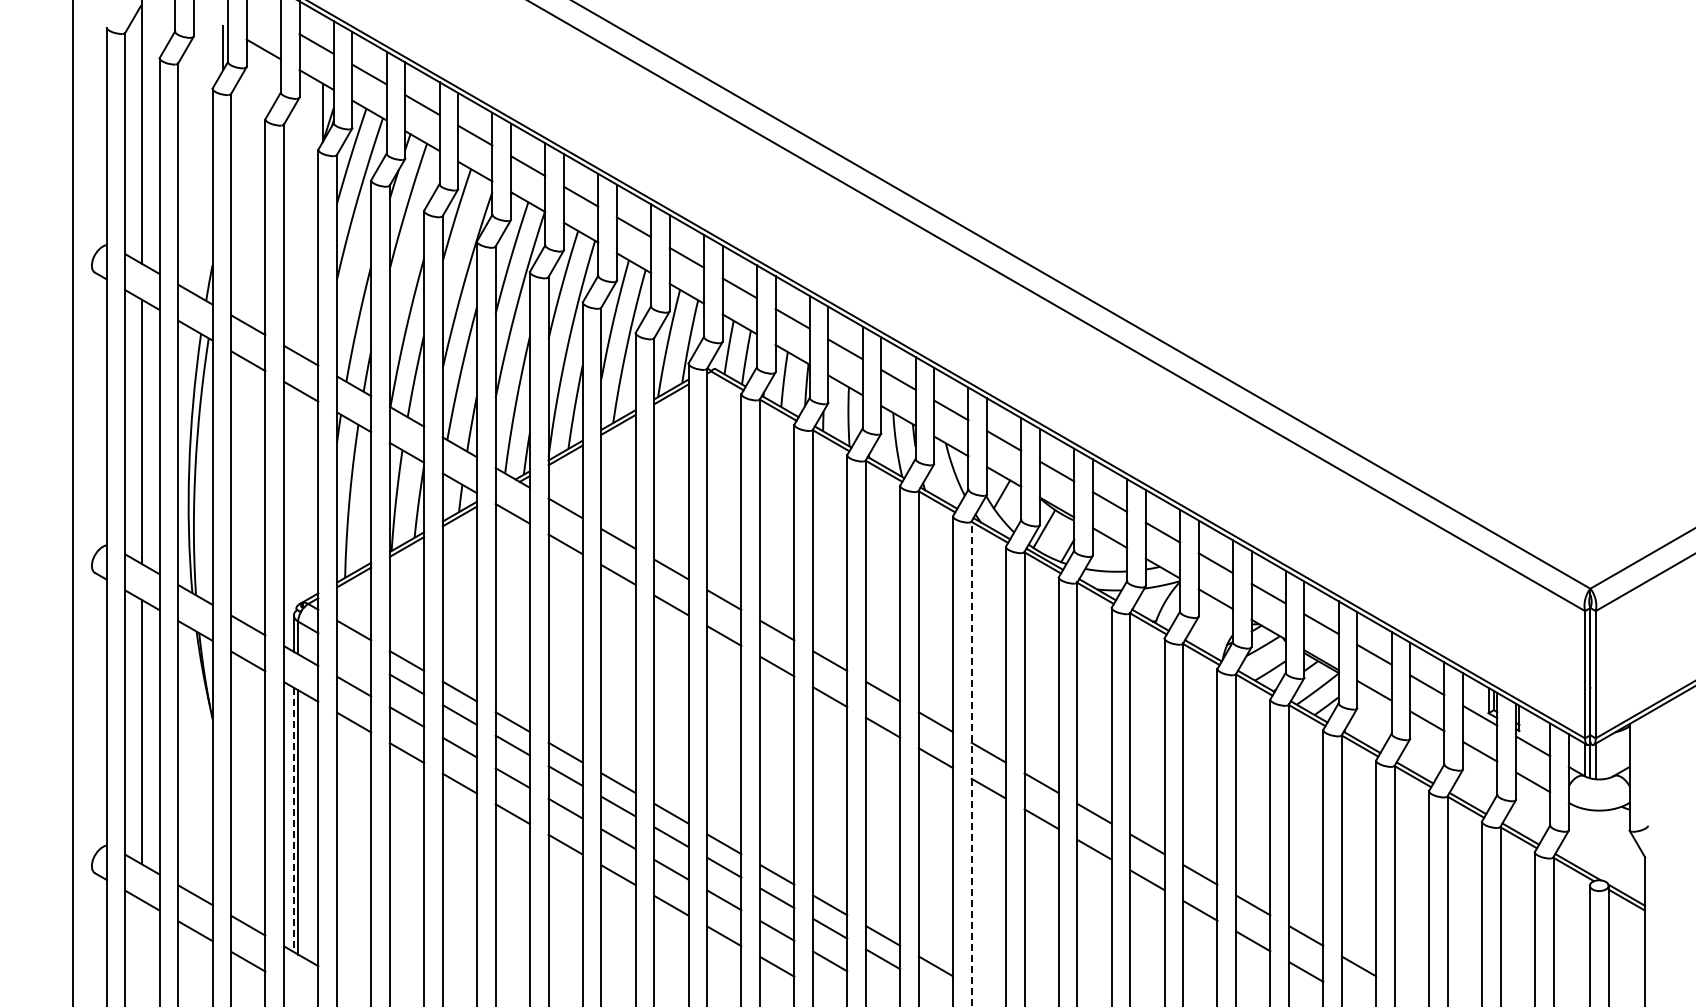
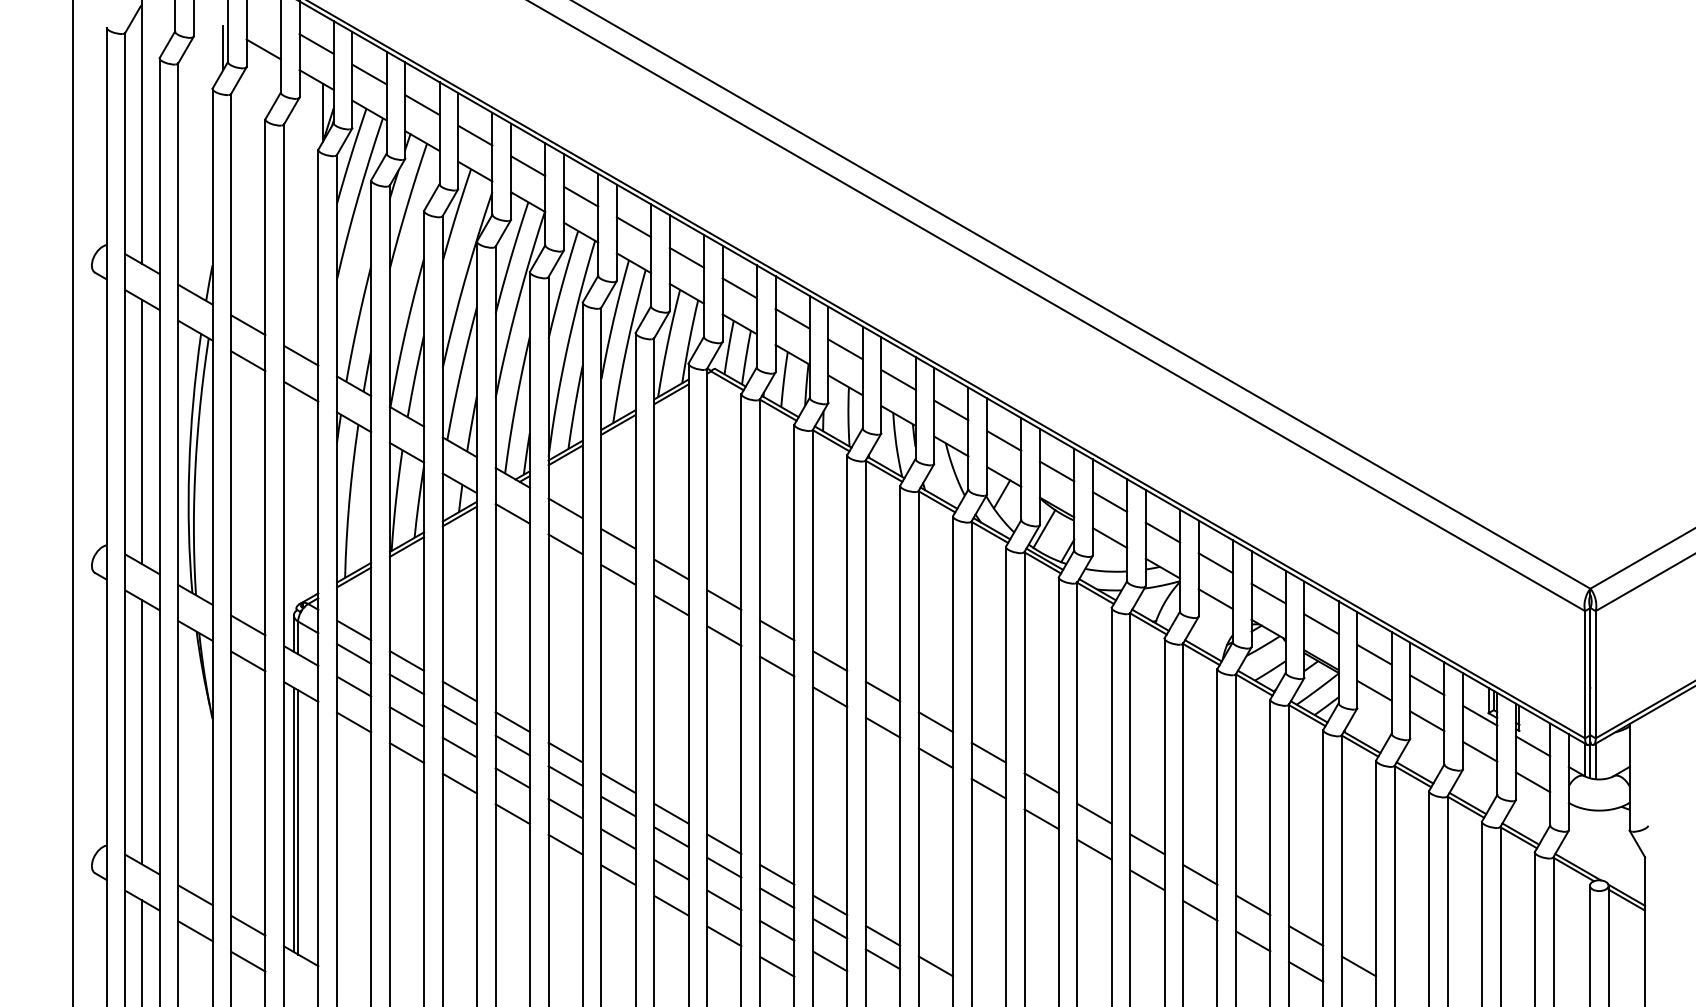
line at (354, 653): none -> present
line at (971, 763): dashed -> solid
line at (293, 820): dashed -> solid
line at (142, 951): none -> present
